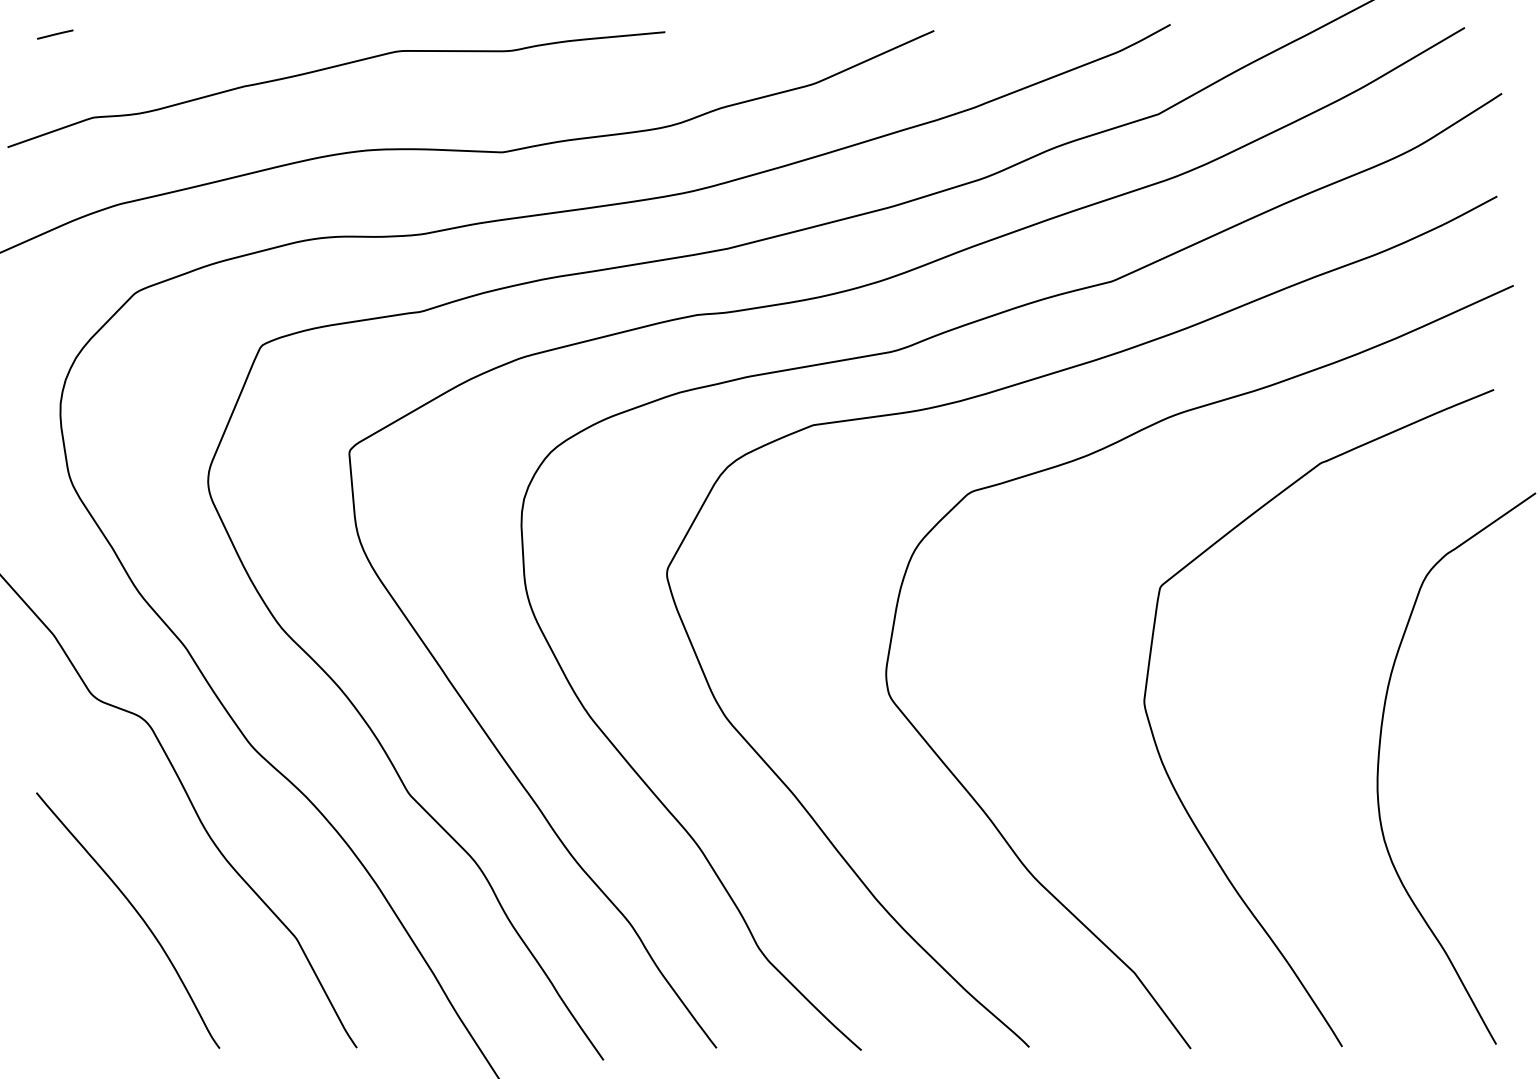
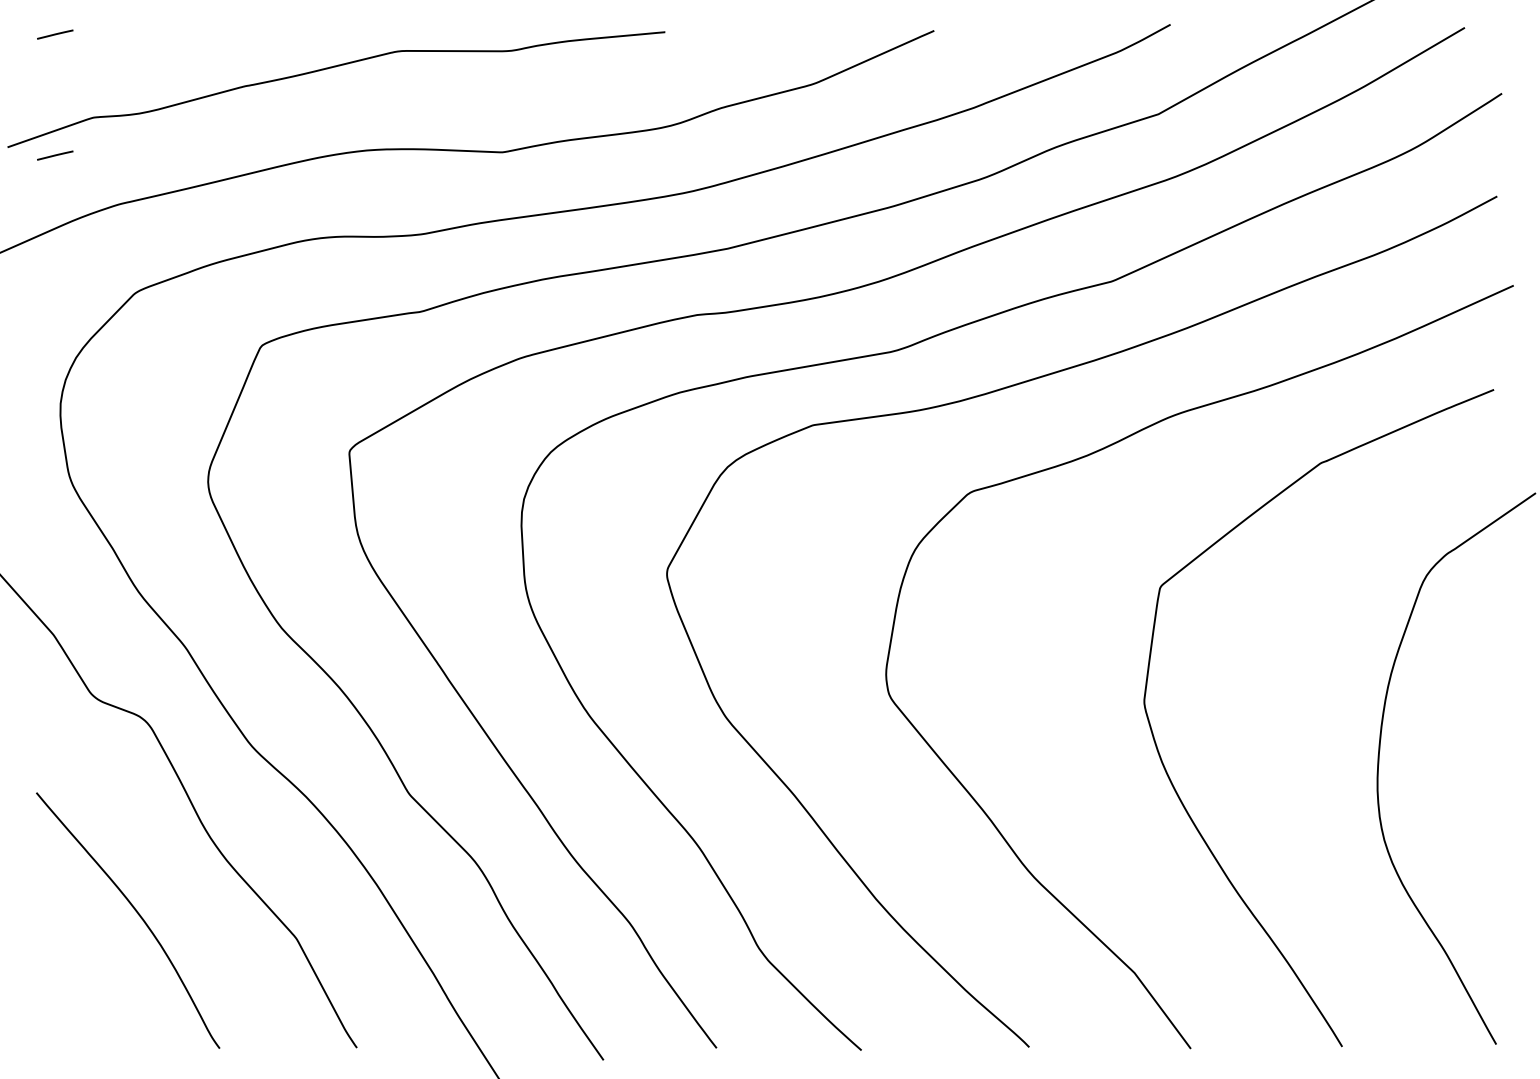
line at (55, 155): none -> present
